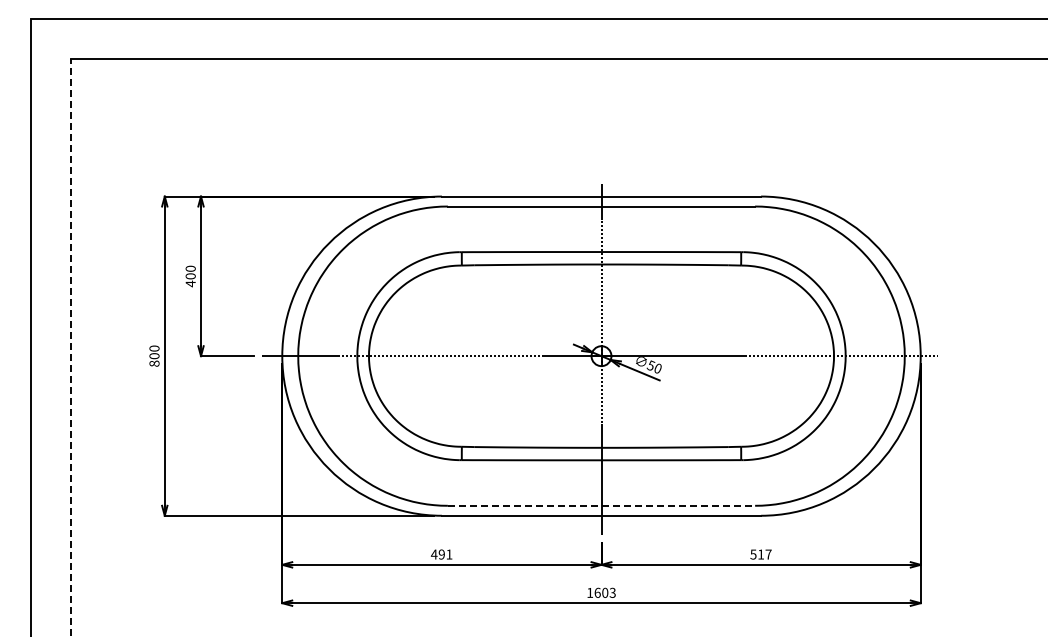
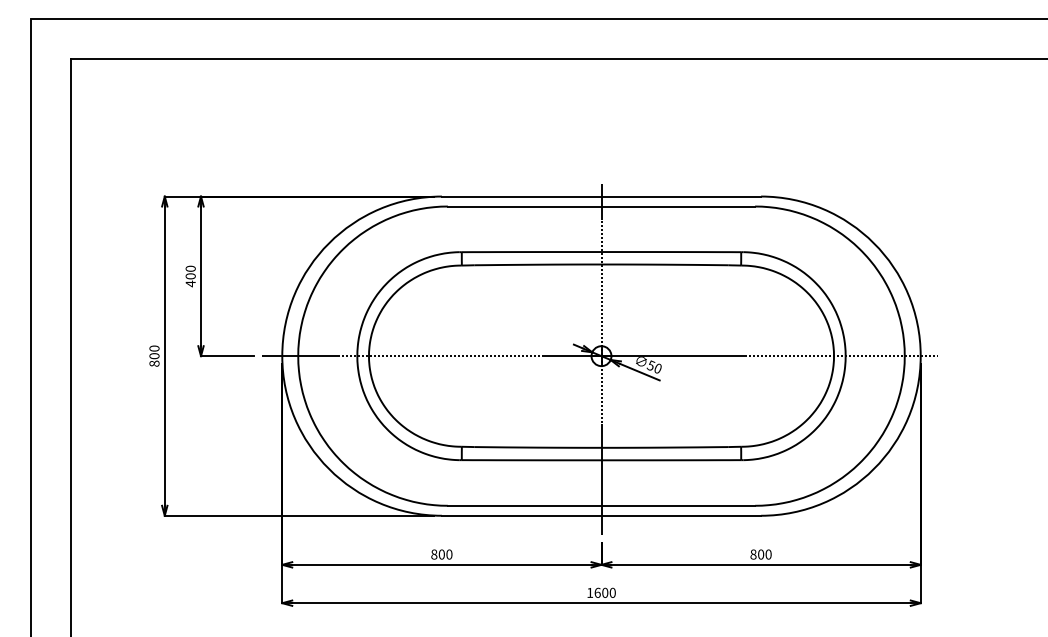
line at (71, 347): dashed -> solid
line at (601, 505): dashed -> solid
text at (441, 554): 491 -> 800
text at (760, 554): 517 -> 800
text at (612, 592): 1603 -> 1600
